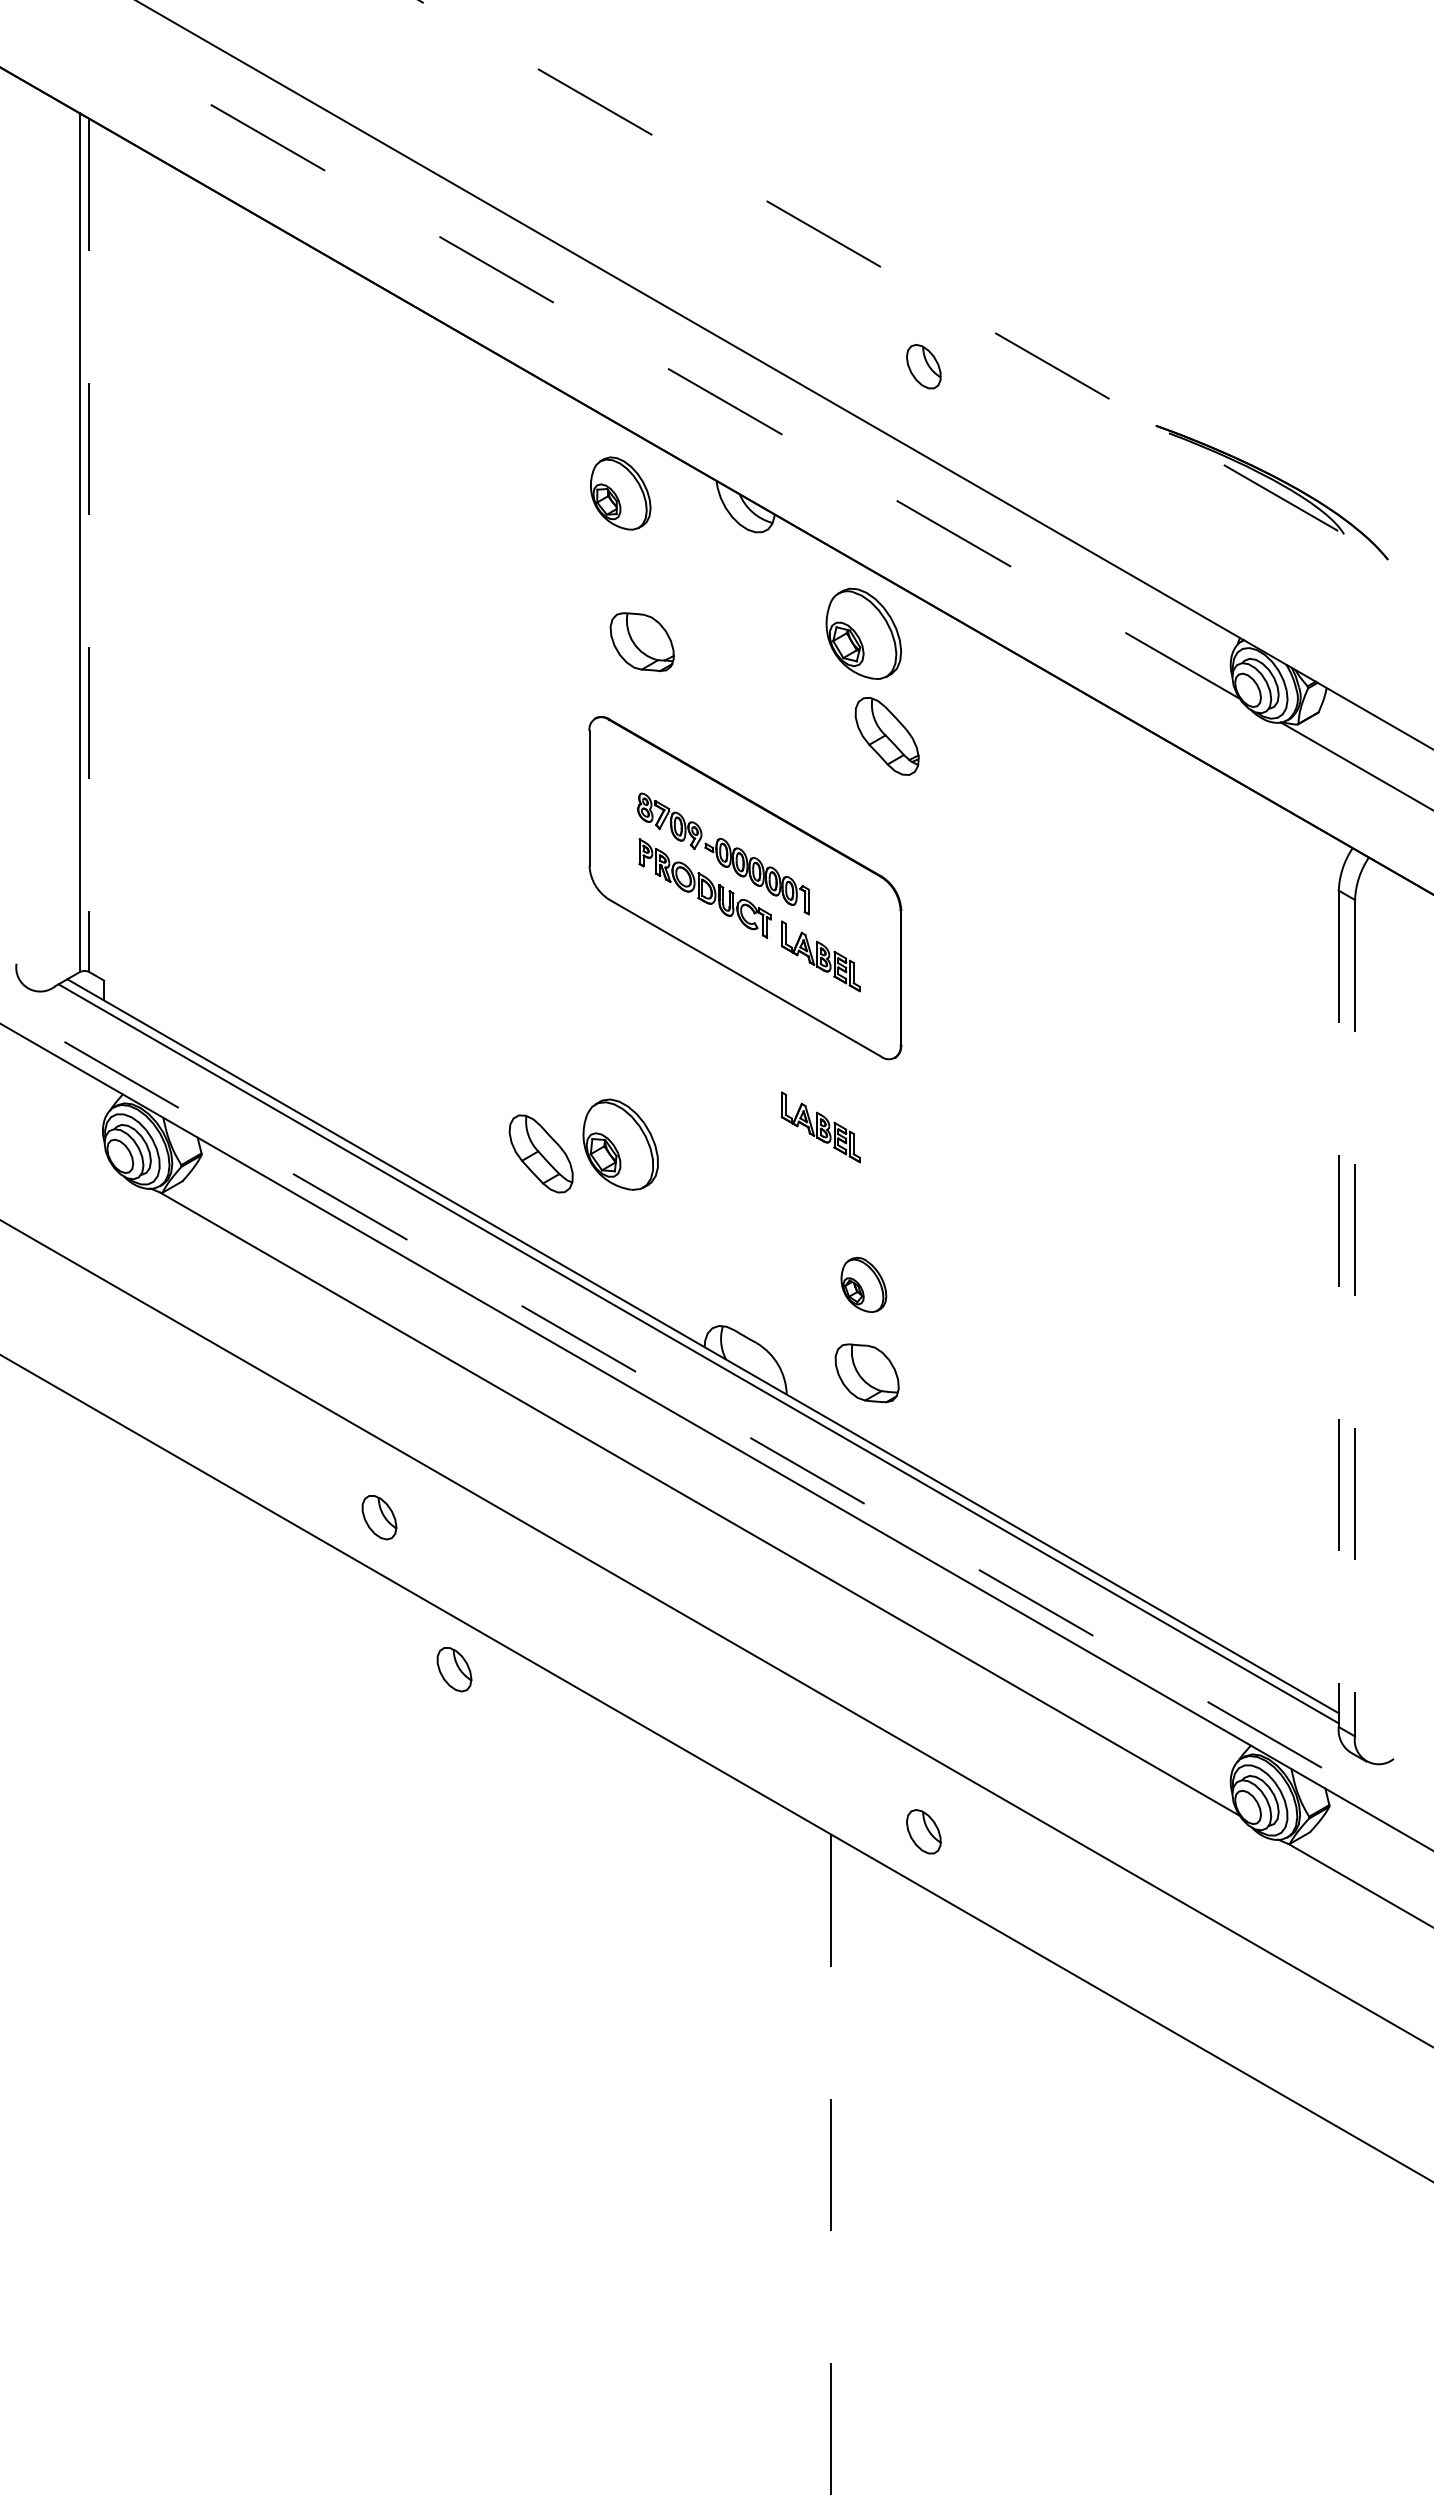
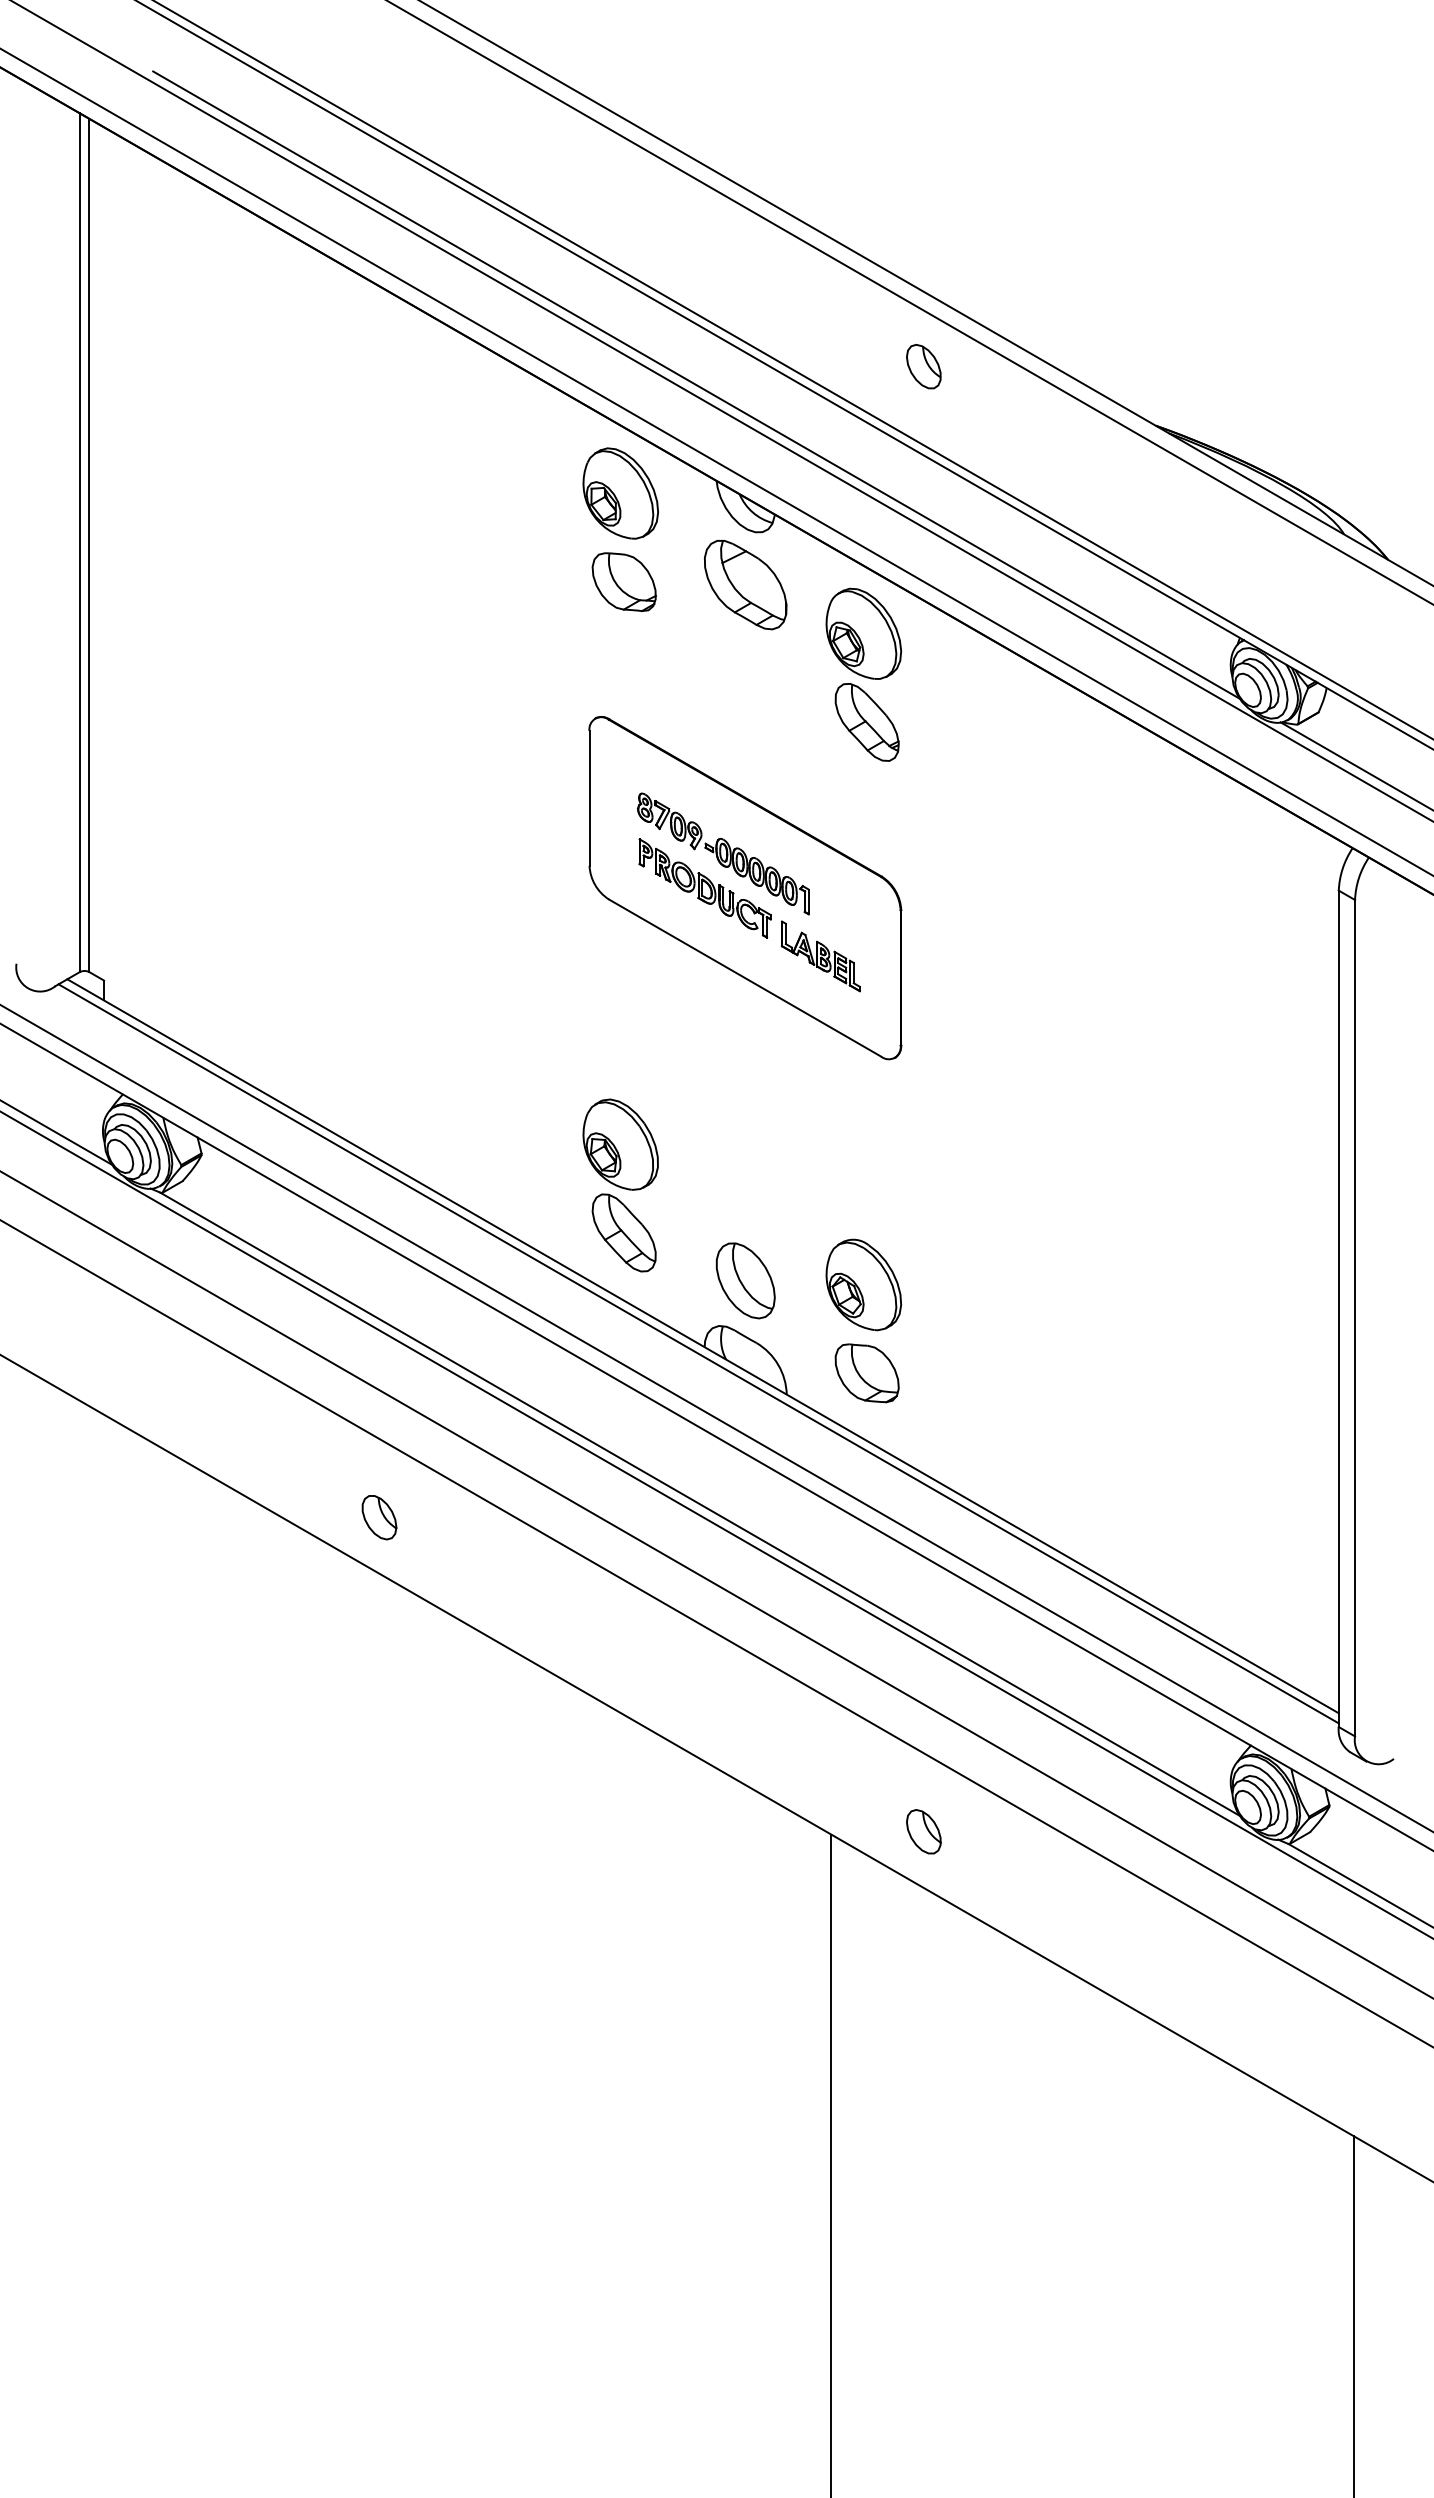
line at (926, 293): dashed -> solid
line at (909, 302): none -> present
line at (793, 369): none -> present
line at (695, 384): dashed -> solid
line at (721, 410): none -> present
line at (716, 461): none -> present
part at (620, 493) size: 62x75 px -> 77x93 px
line at (89, 545): dashed -> solid
part at (745, 585): none -> present
part at (641, 642) position: (641, 642) -> (623, 582)
part at (886, 736) position: (886, 736) -> (866, 722)
part at (820, 1127): present -> none
line at (56, 1132): none -> present
part at (540, 1153) position: (540, 1153) -> (623, 1232)
part at (745, 1280): none -> present
part at (863, 1284) size: 48x57 px -> 78x94 px
line at (1338, 1309): dashed -> solid
line at (1355, 1318): dashed -> solid
line at (717, 1418): dashed -> solid
line at (716, 1524): none -> present
line at (716, 1584): none -> present
part at (454, 1669): present -> none
line at (831, 2166): dashed -> solid
line at (1353, 2315): none -> present
